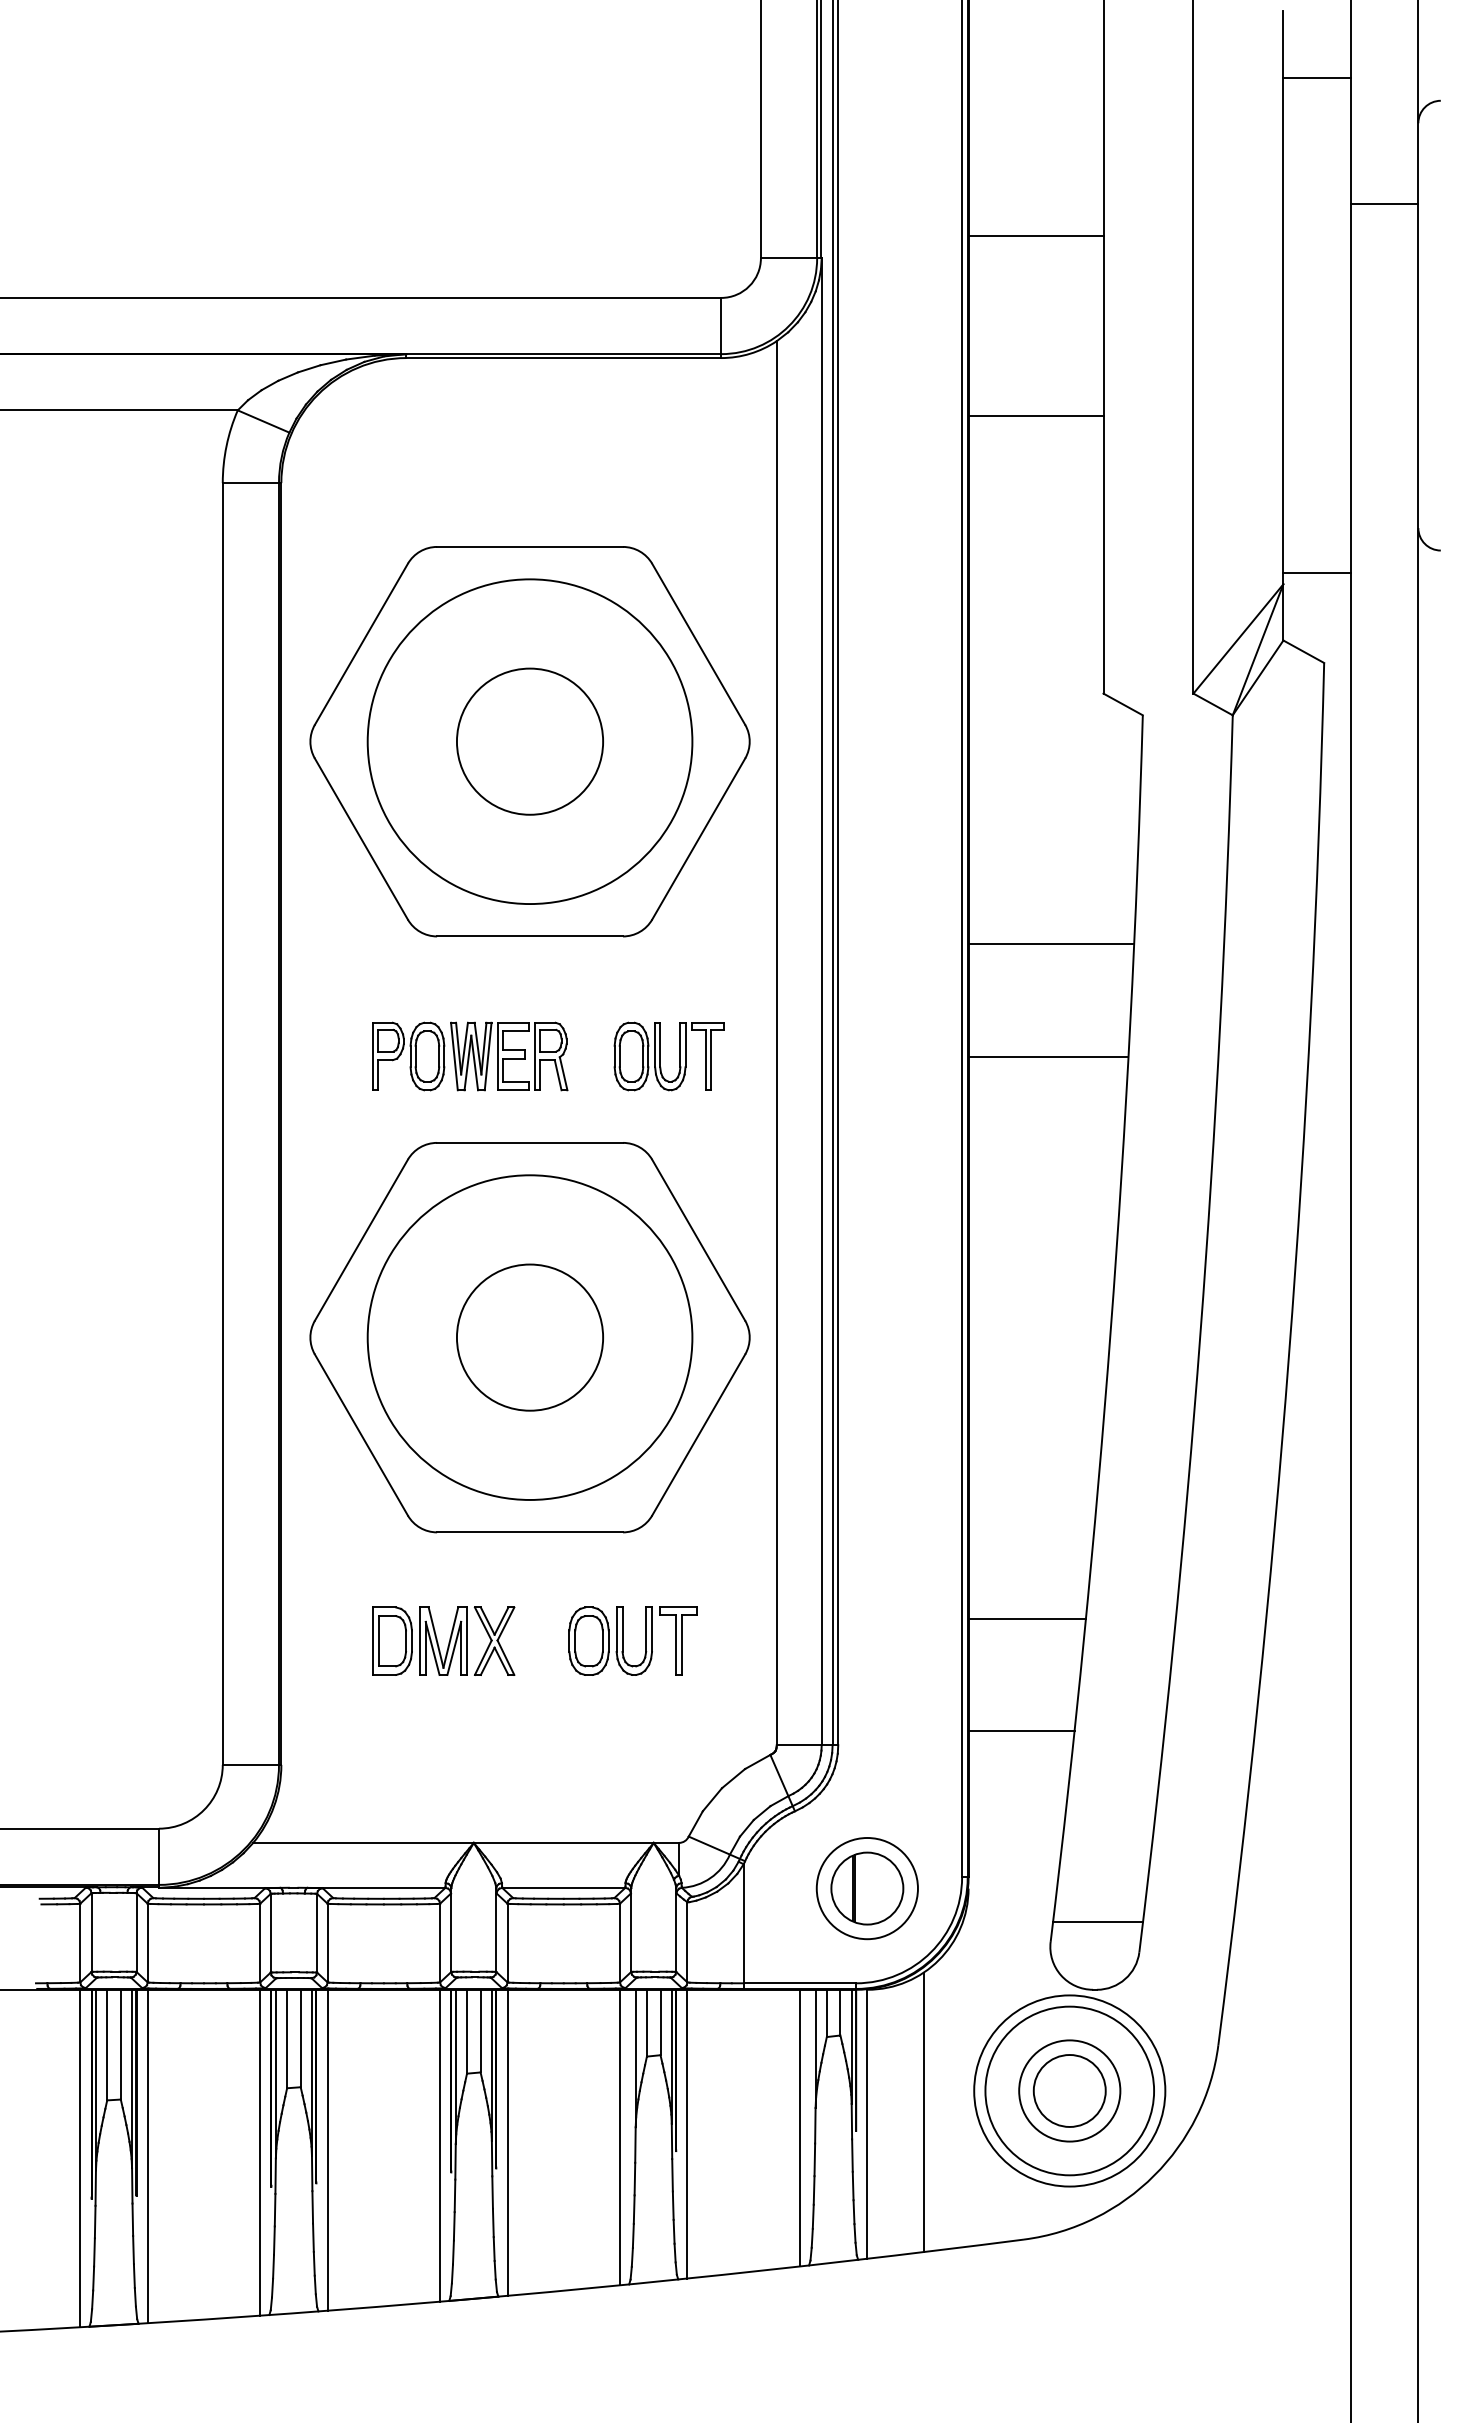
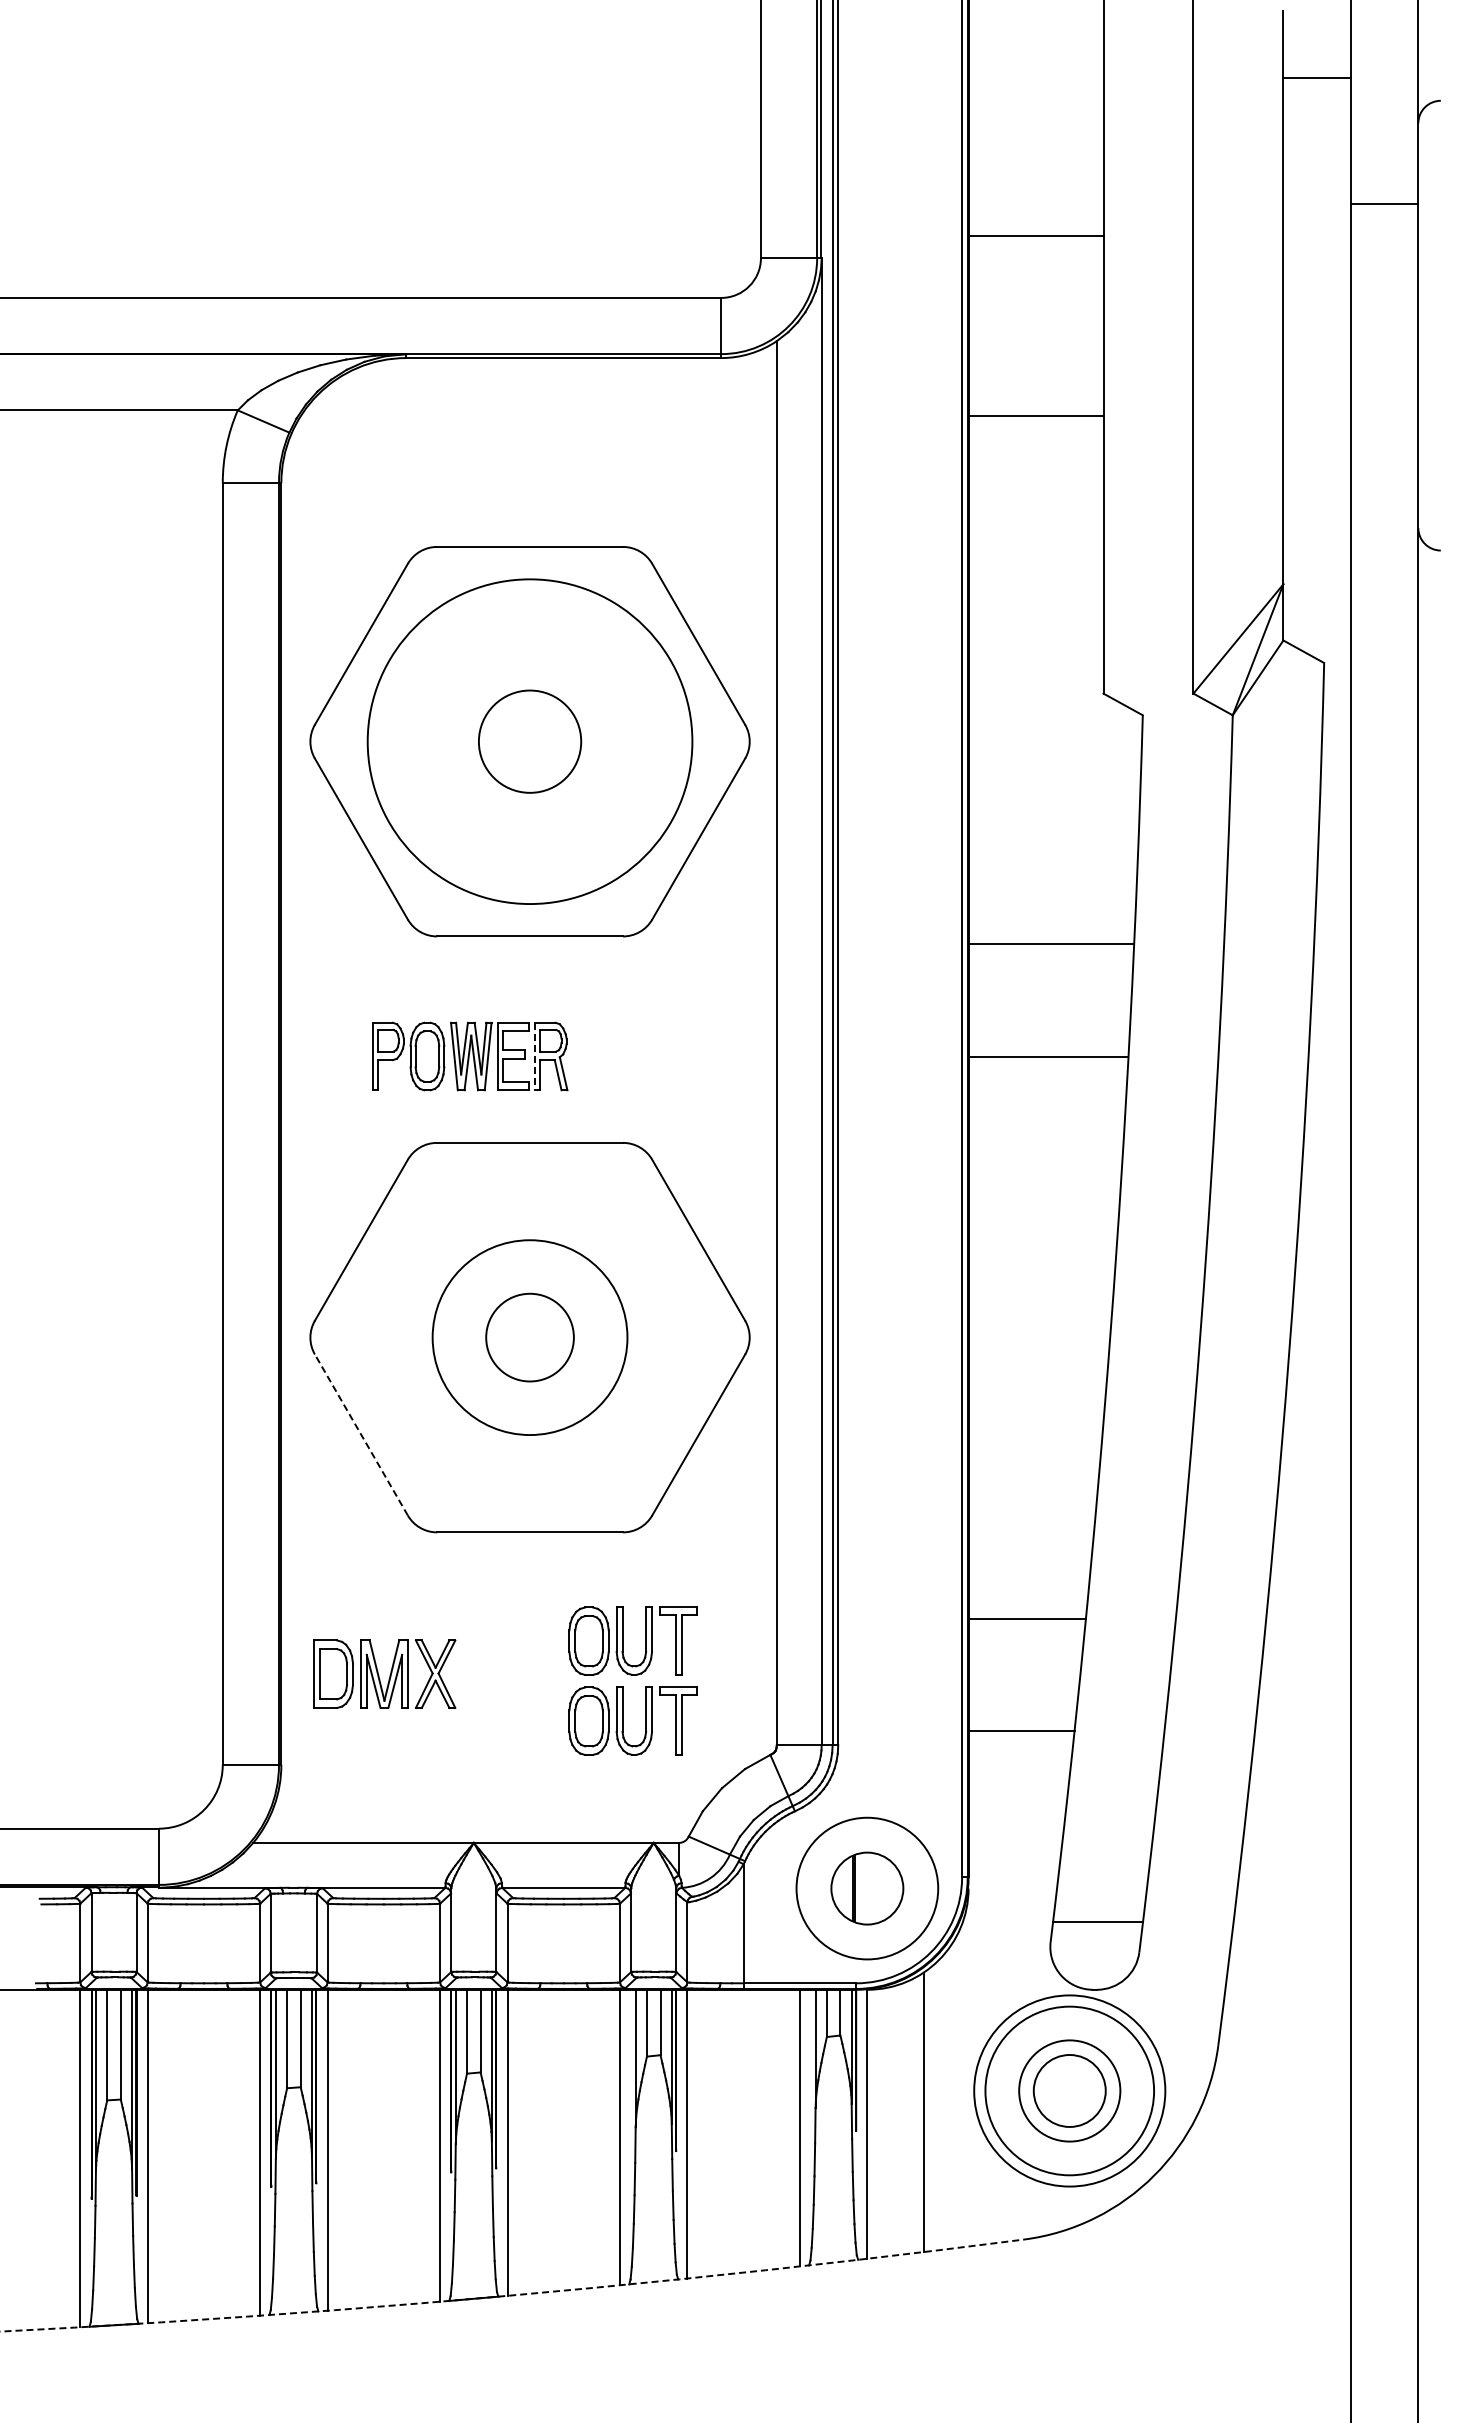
line at (1316, 573): present -> none
circle at (529, 741) diameter: 146 px -> 102 px
line at (535, 1056): solid -> dashed
part at (660, 1056): present -> none
circle at (529, 1337) diameter: 146 px -> 88 px
circle at (529, 1337) diameter: 325 px -> 195 px
line at (361, 1435): solid -> dashed
part at (443, 1640) position: (443, 1640) -> (384, 1673)
part at (623, 1720): none -> present
circle at (866, 1888) diameter: 101 px -> 142 px
arc at (512, 2295): solid -> dashed
